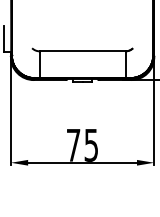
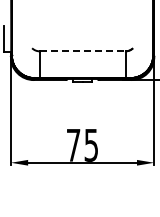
line at (82, 51): solid -> dashed
